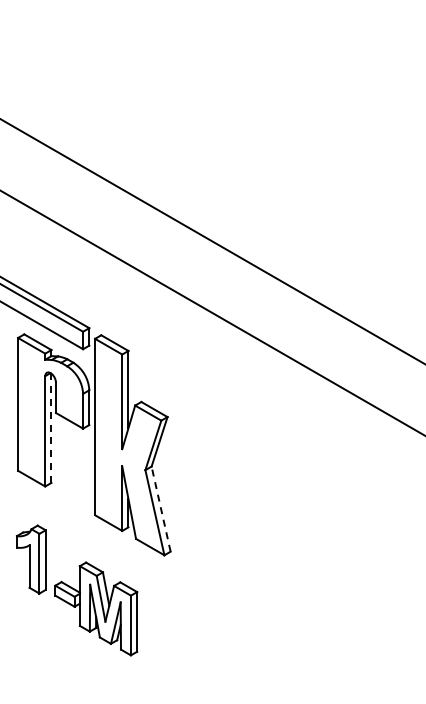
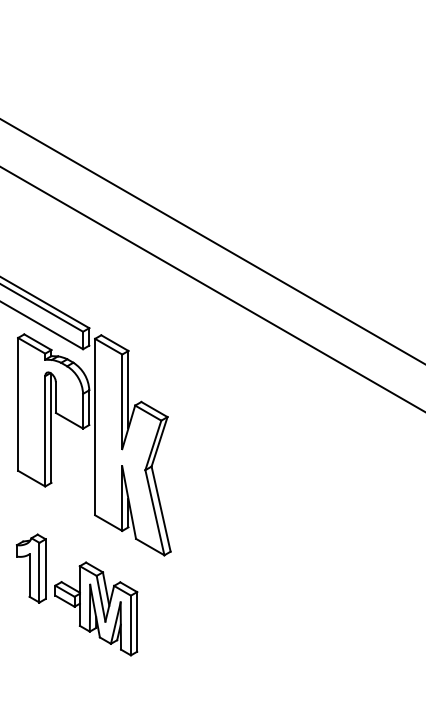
line at (212, 312) position: (212, 312) -> (212, 289)
line at (51, 428): dashed -> solid
line at (161, 509): dashed -> solid
part at (31, 559) position: (31, 559) -> (31, 568)
